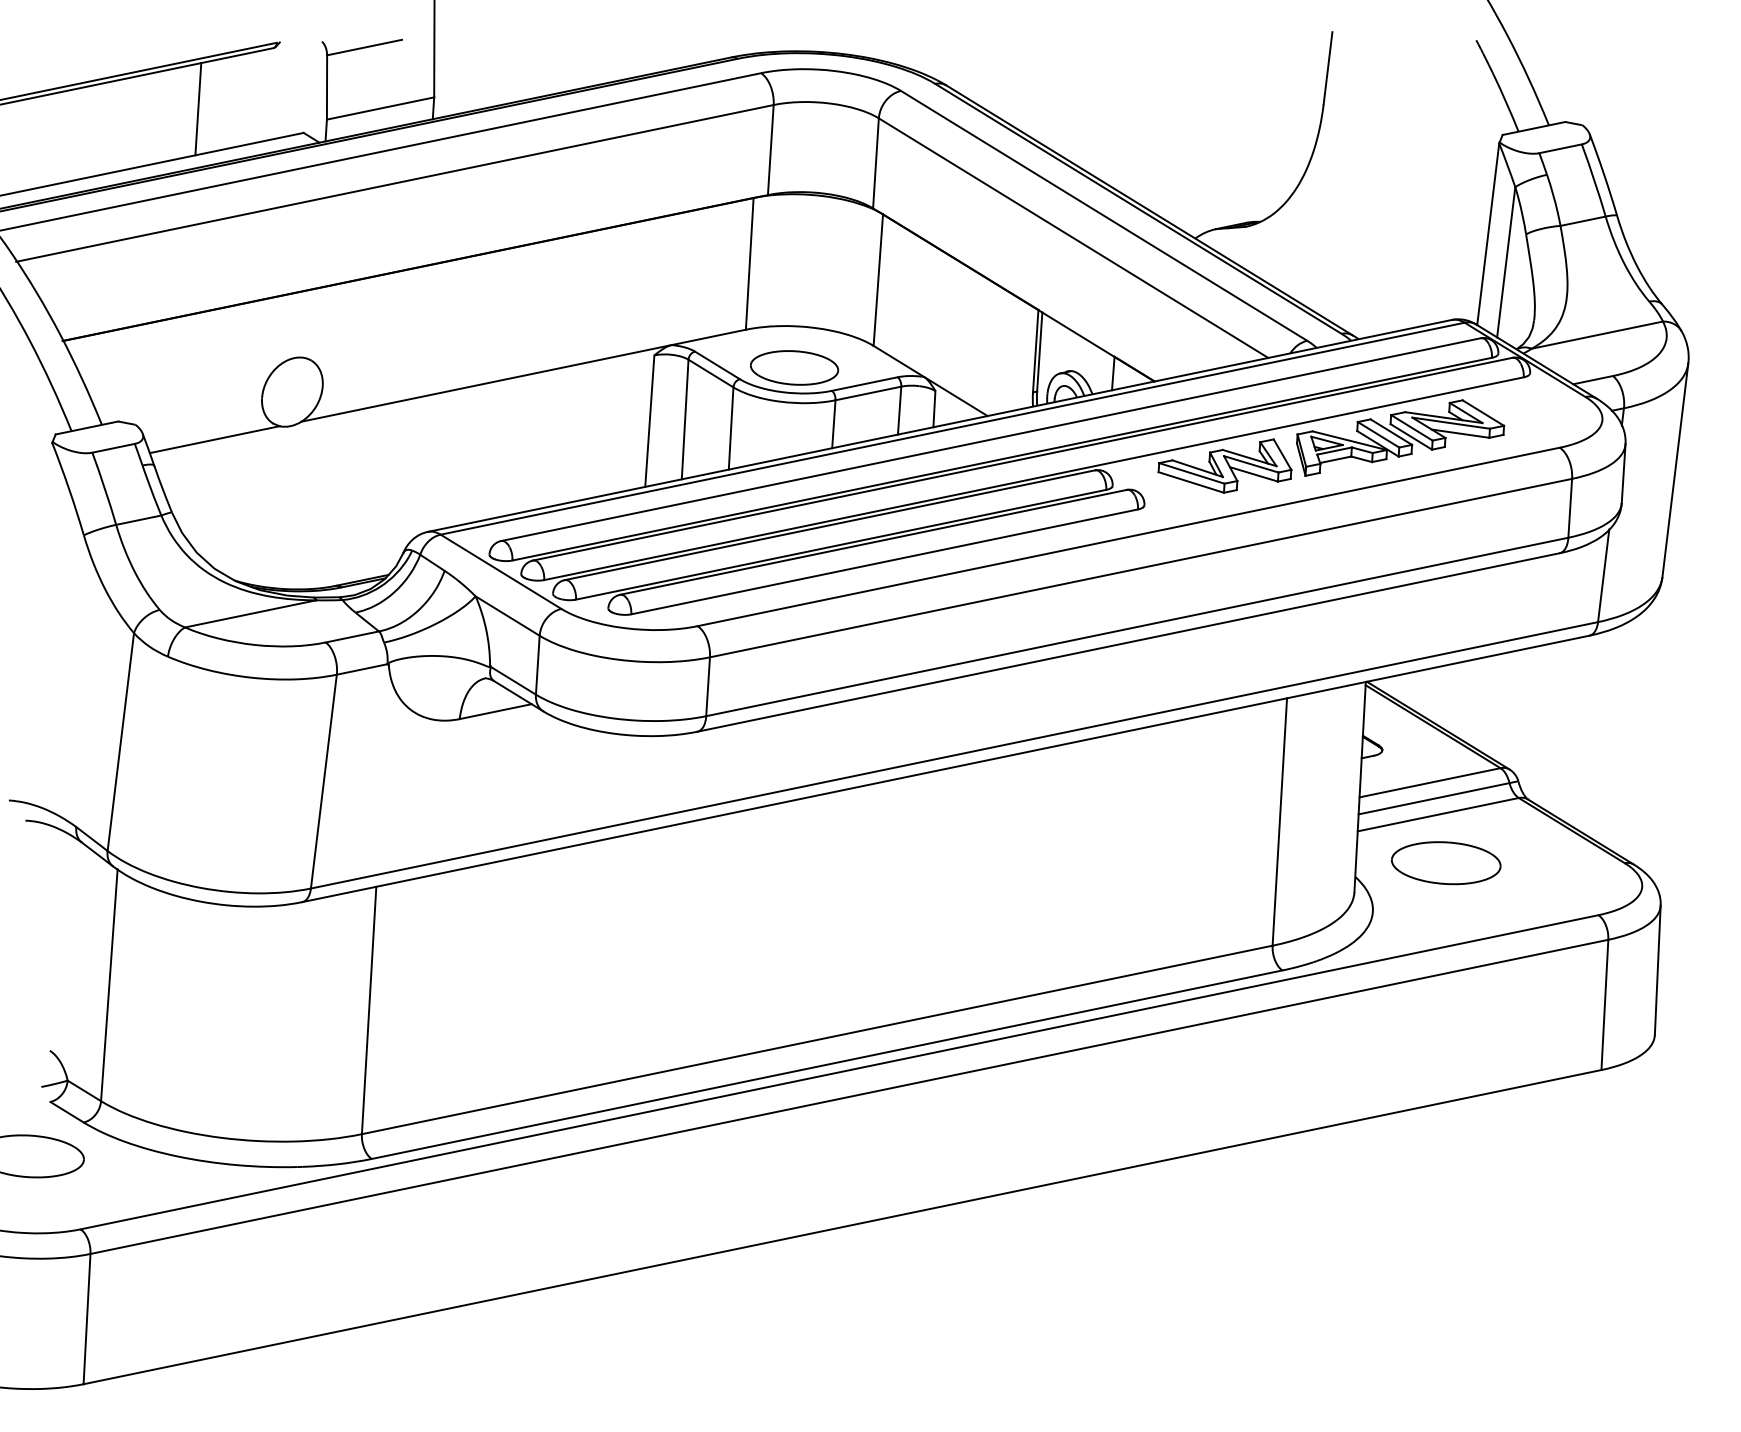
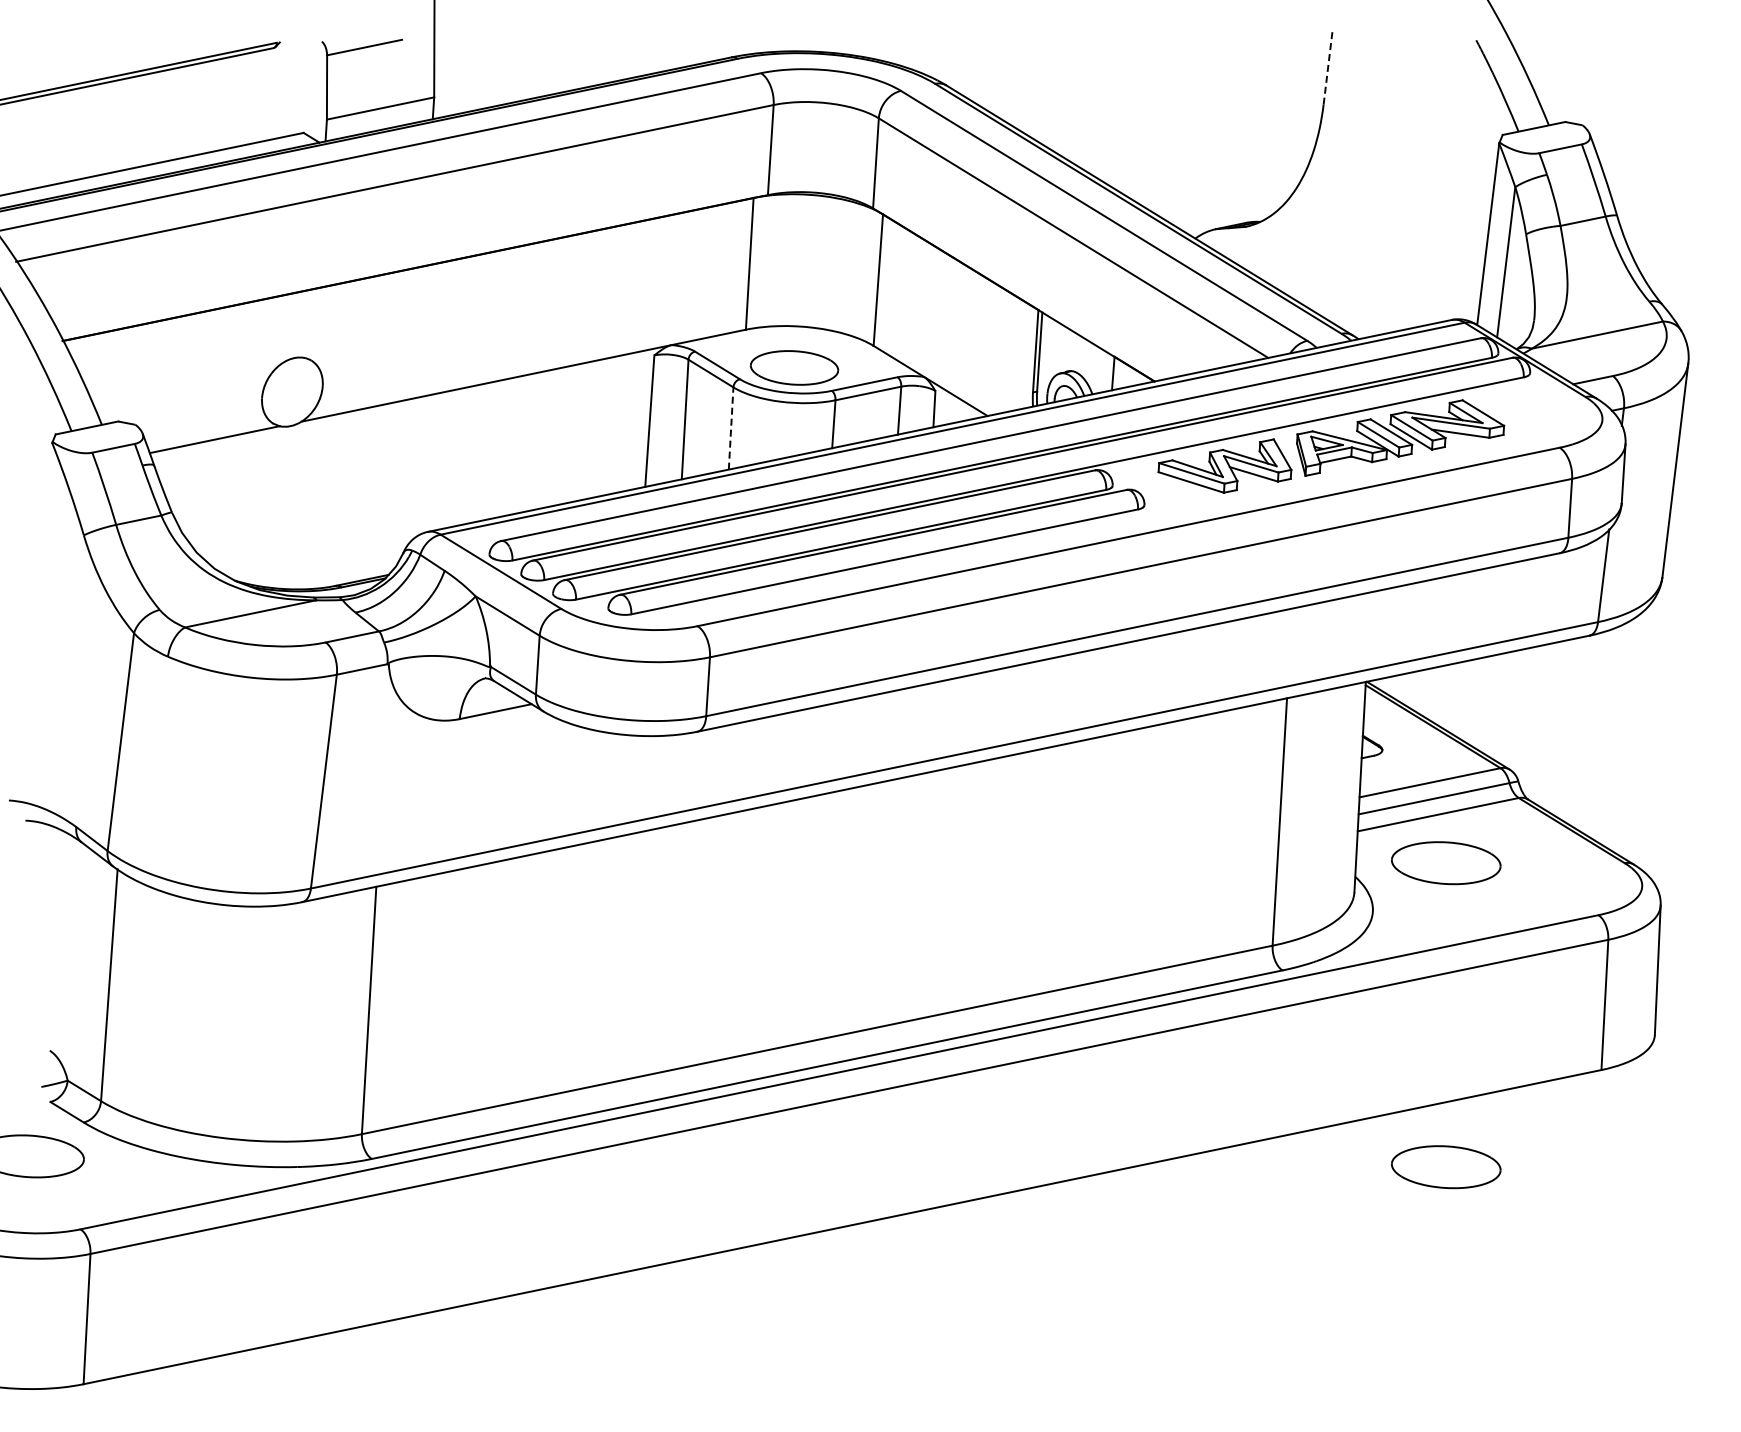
line at (1327, 68): solid -> dashed
line at (198, 109): present -> none
line at (731, 428): solid -> dashed
part at (1446, 1167): none -> present
